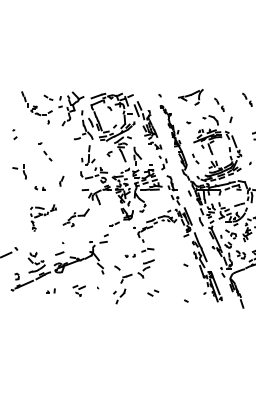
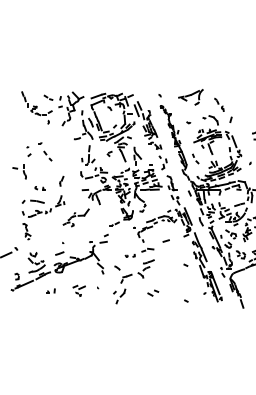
part at (247, 99): present -> none
part at (14, 134) position: (14, 134) -> (28, 151)
part at (43, 217) size: 27x28 px -> 45x46 px
line at (165, 240): none -> present
